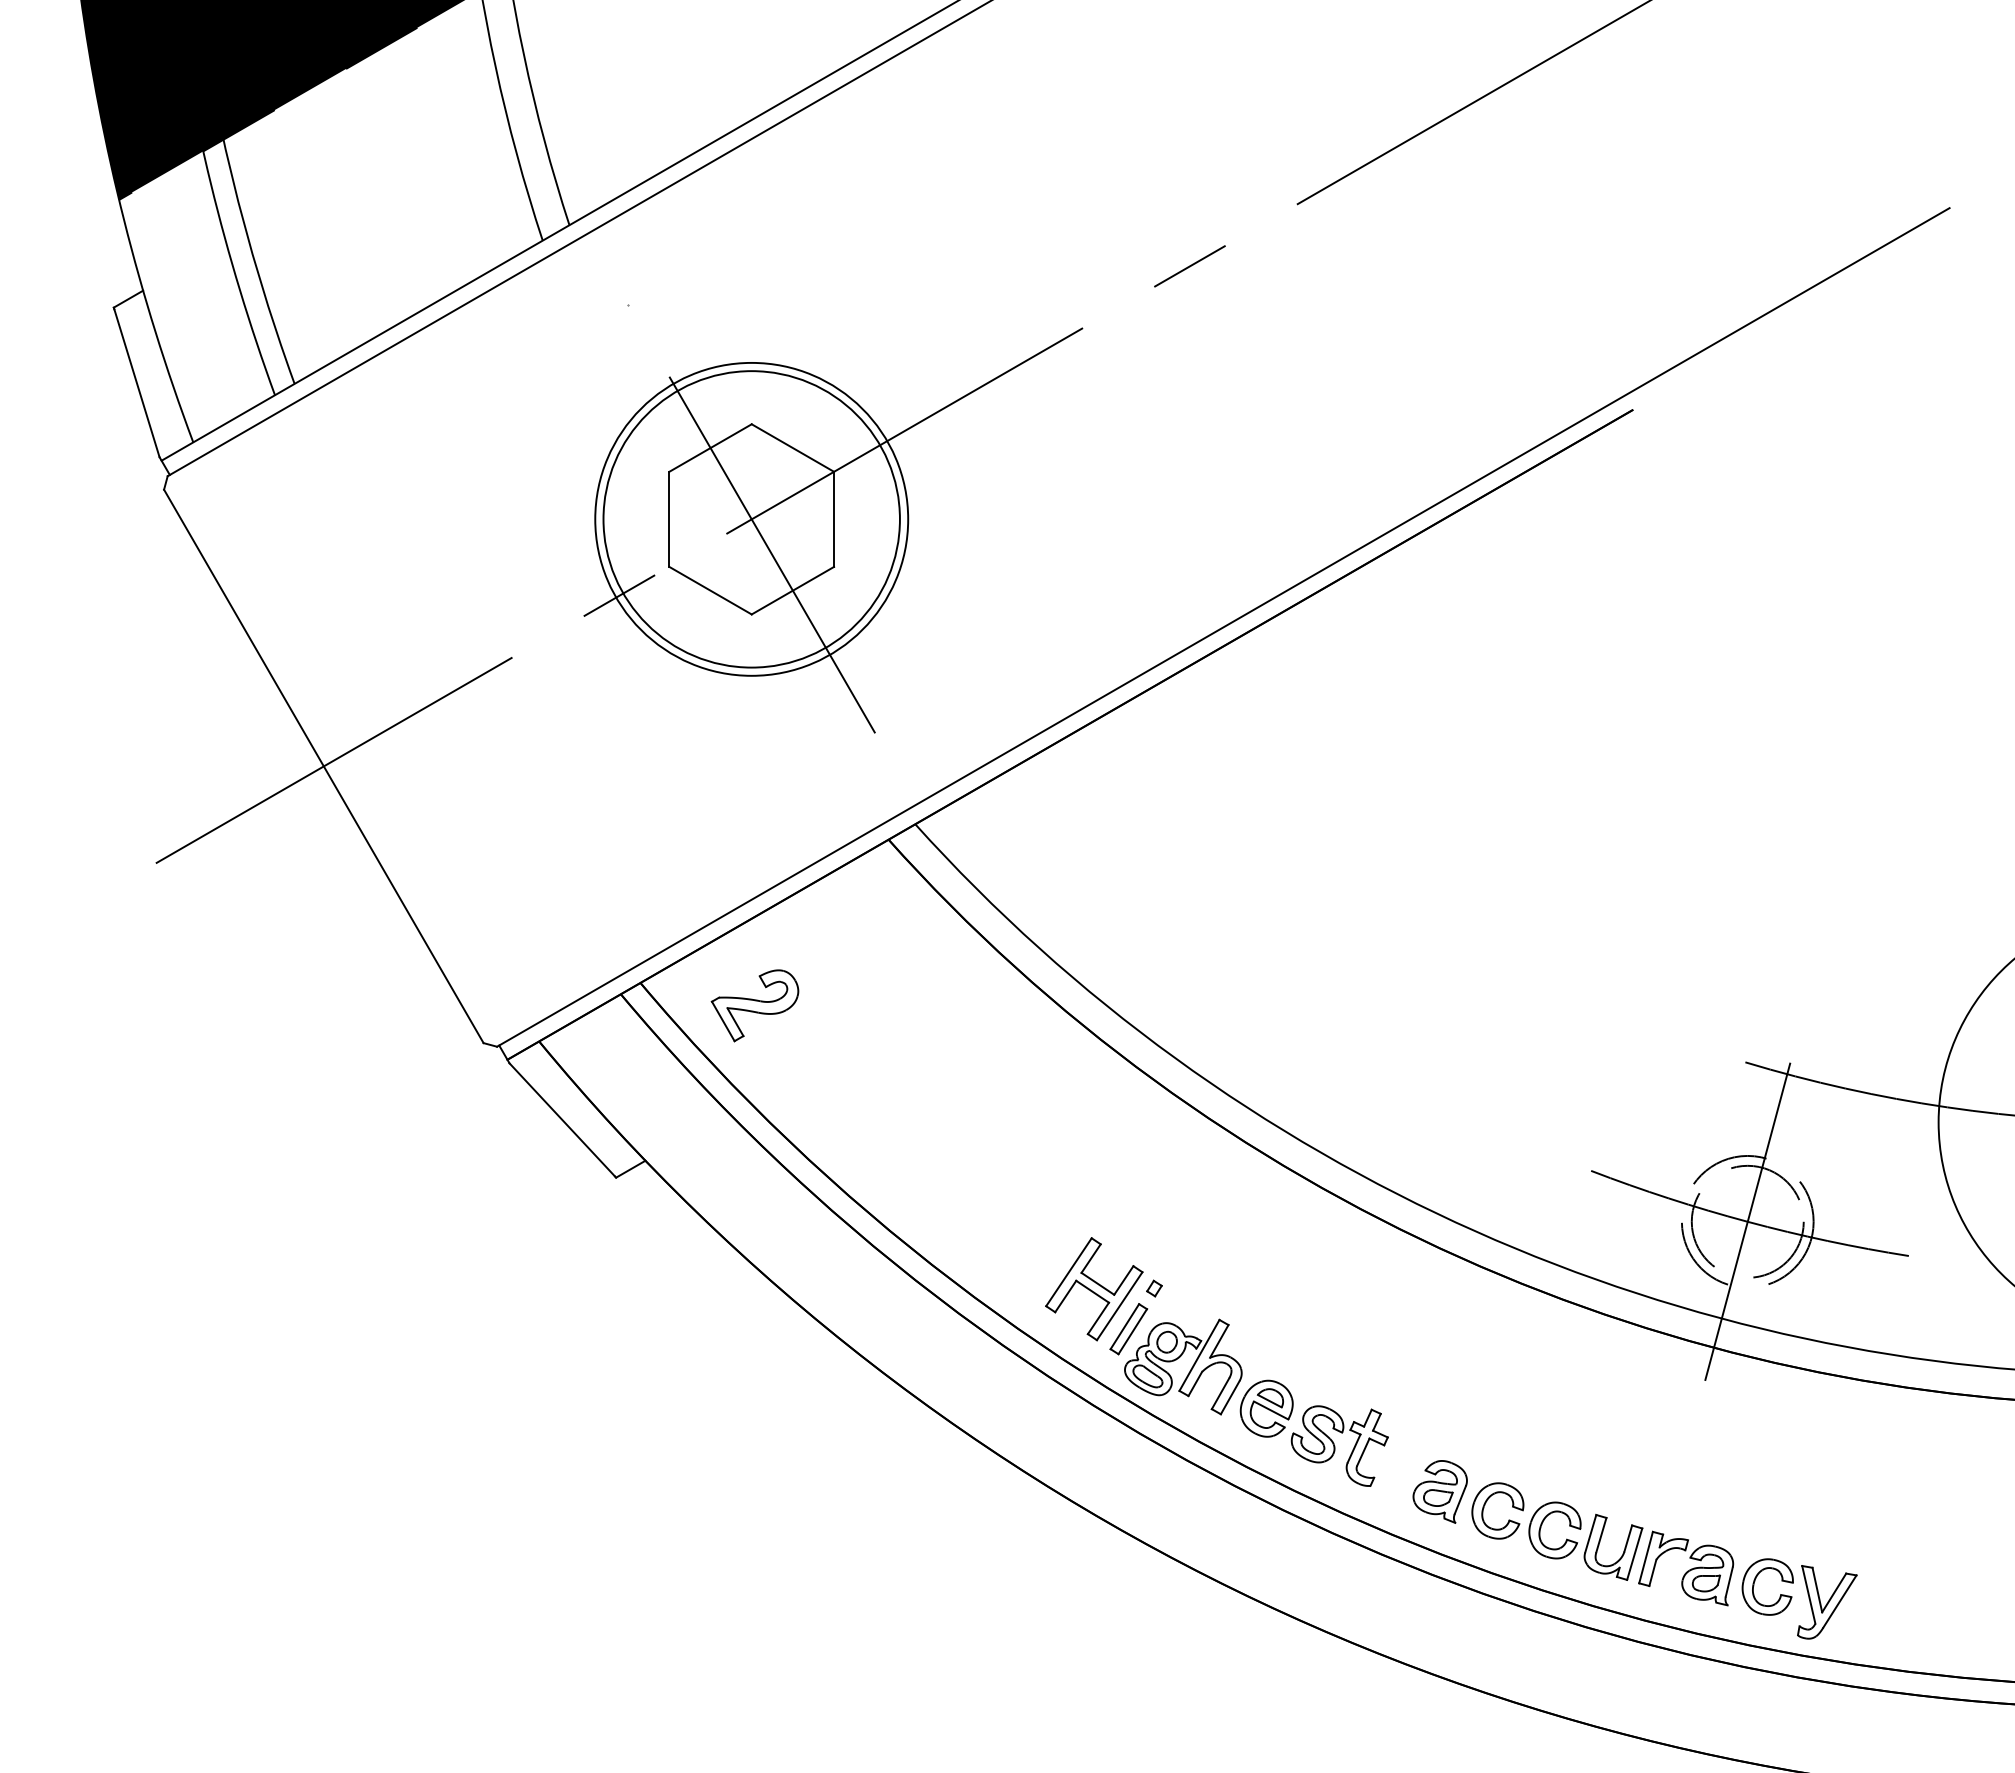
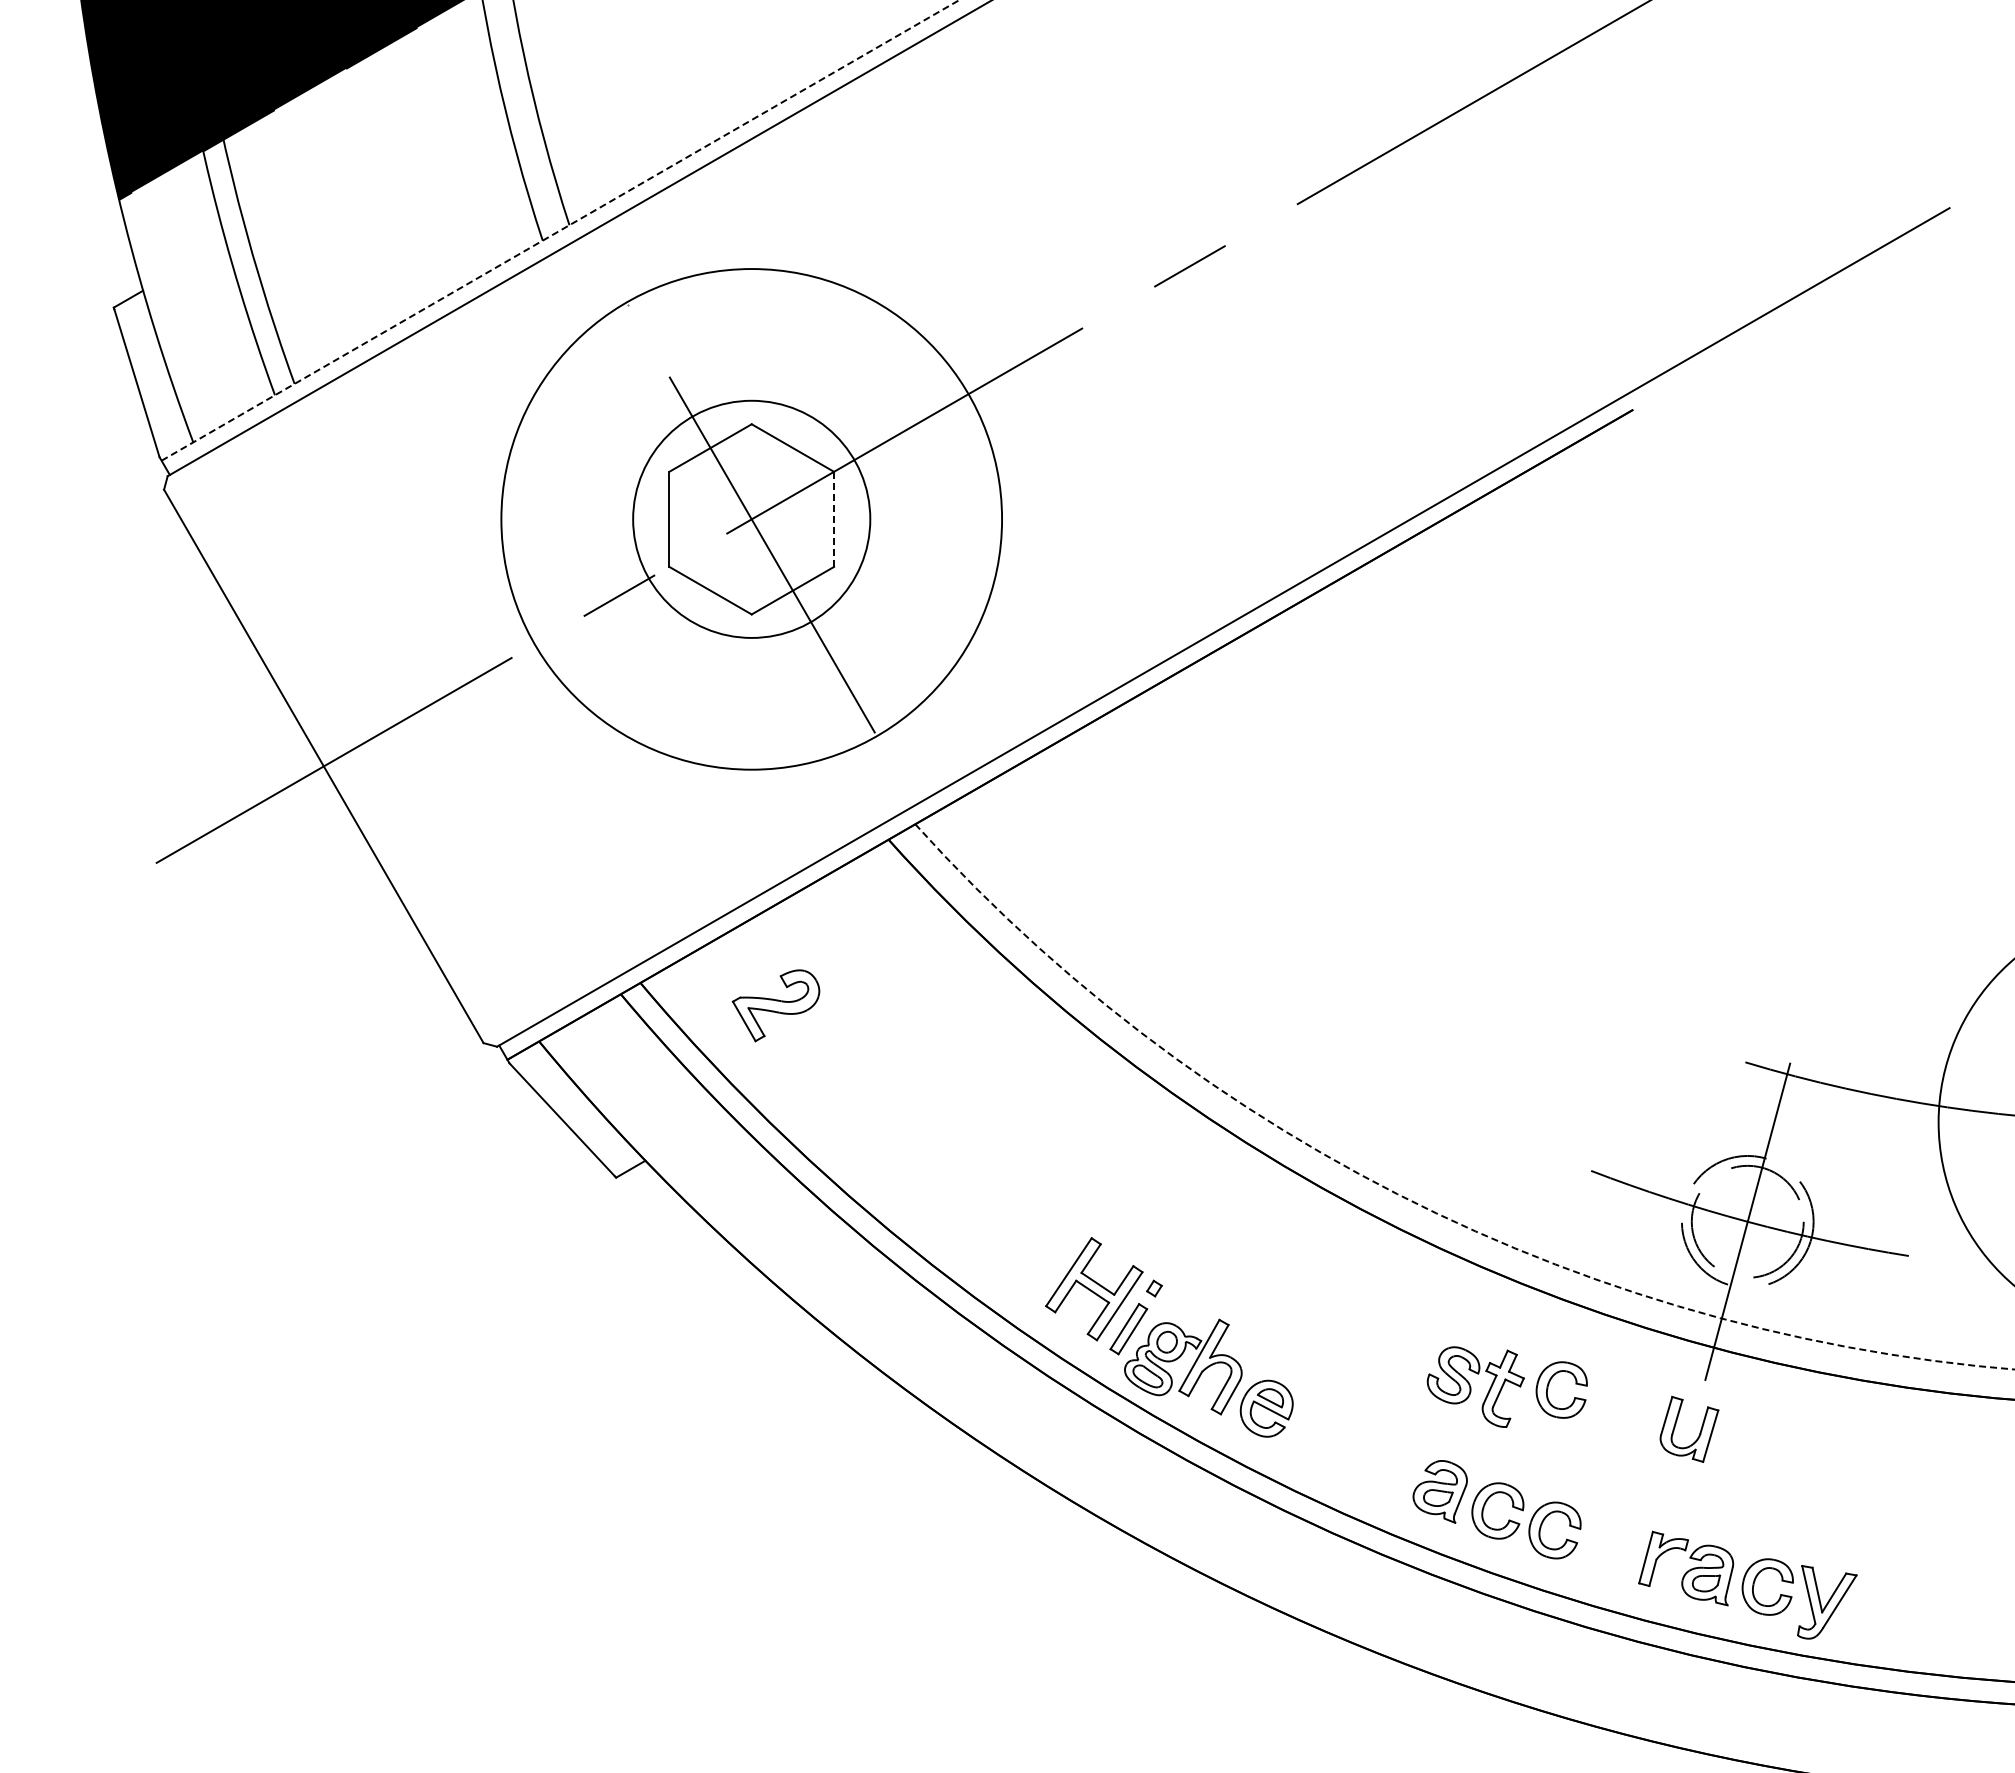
line at (560, 230): solid -> dashed
circle at (751, 518) diameter: 313 px -> 501 px
circle at (751, 519) diameter: 296 px -> 237 px
line at (834, 519): solid -> dashed
part at (754, 1005) position: (754, 1005) -> (775, 1005)
arc at (1413, 1201): solid -> dashed
part at (1549, 1384): none -> present
part at (1339, 1445) position: (1339, 1445) -> (1475, 1386)
part at (1623, 1550) position: (1623, 1550) -> (1699, 1432)
